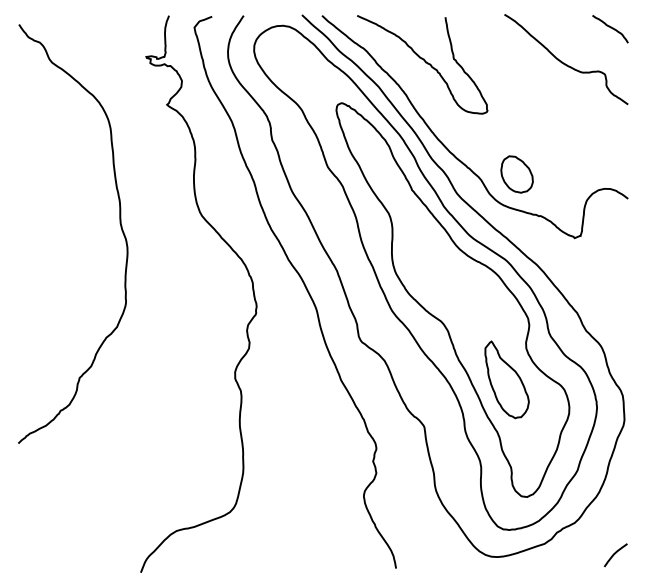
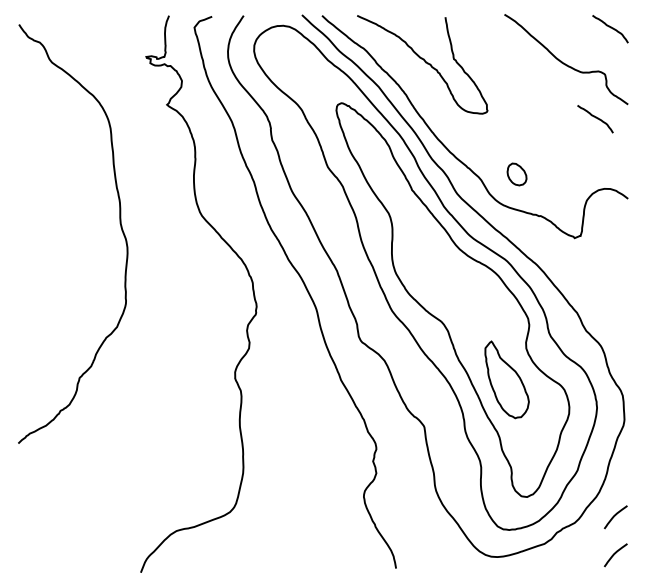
curve at (595, 118): none -> present
part at (516, 174) size: 34x39 px -> 22x25 px
curve at (615, 516): none -> present
